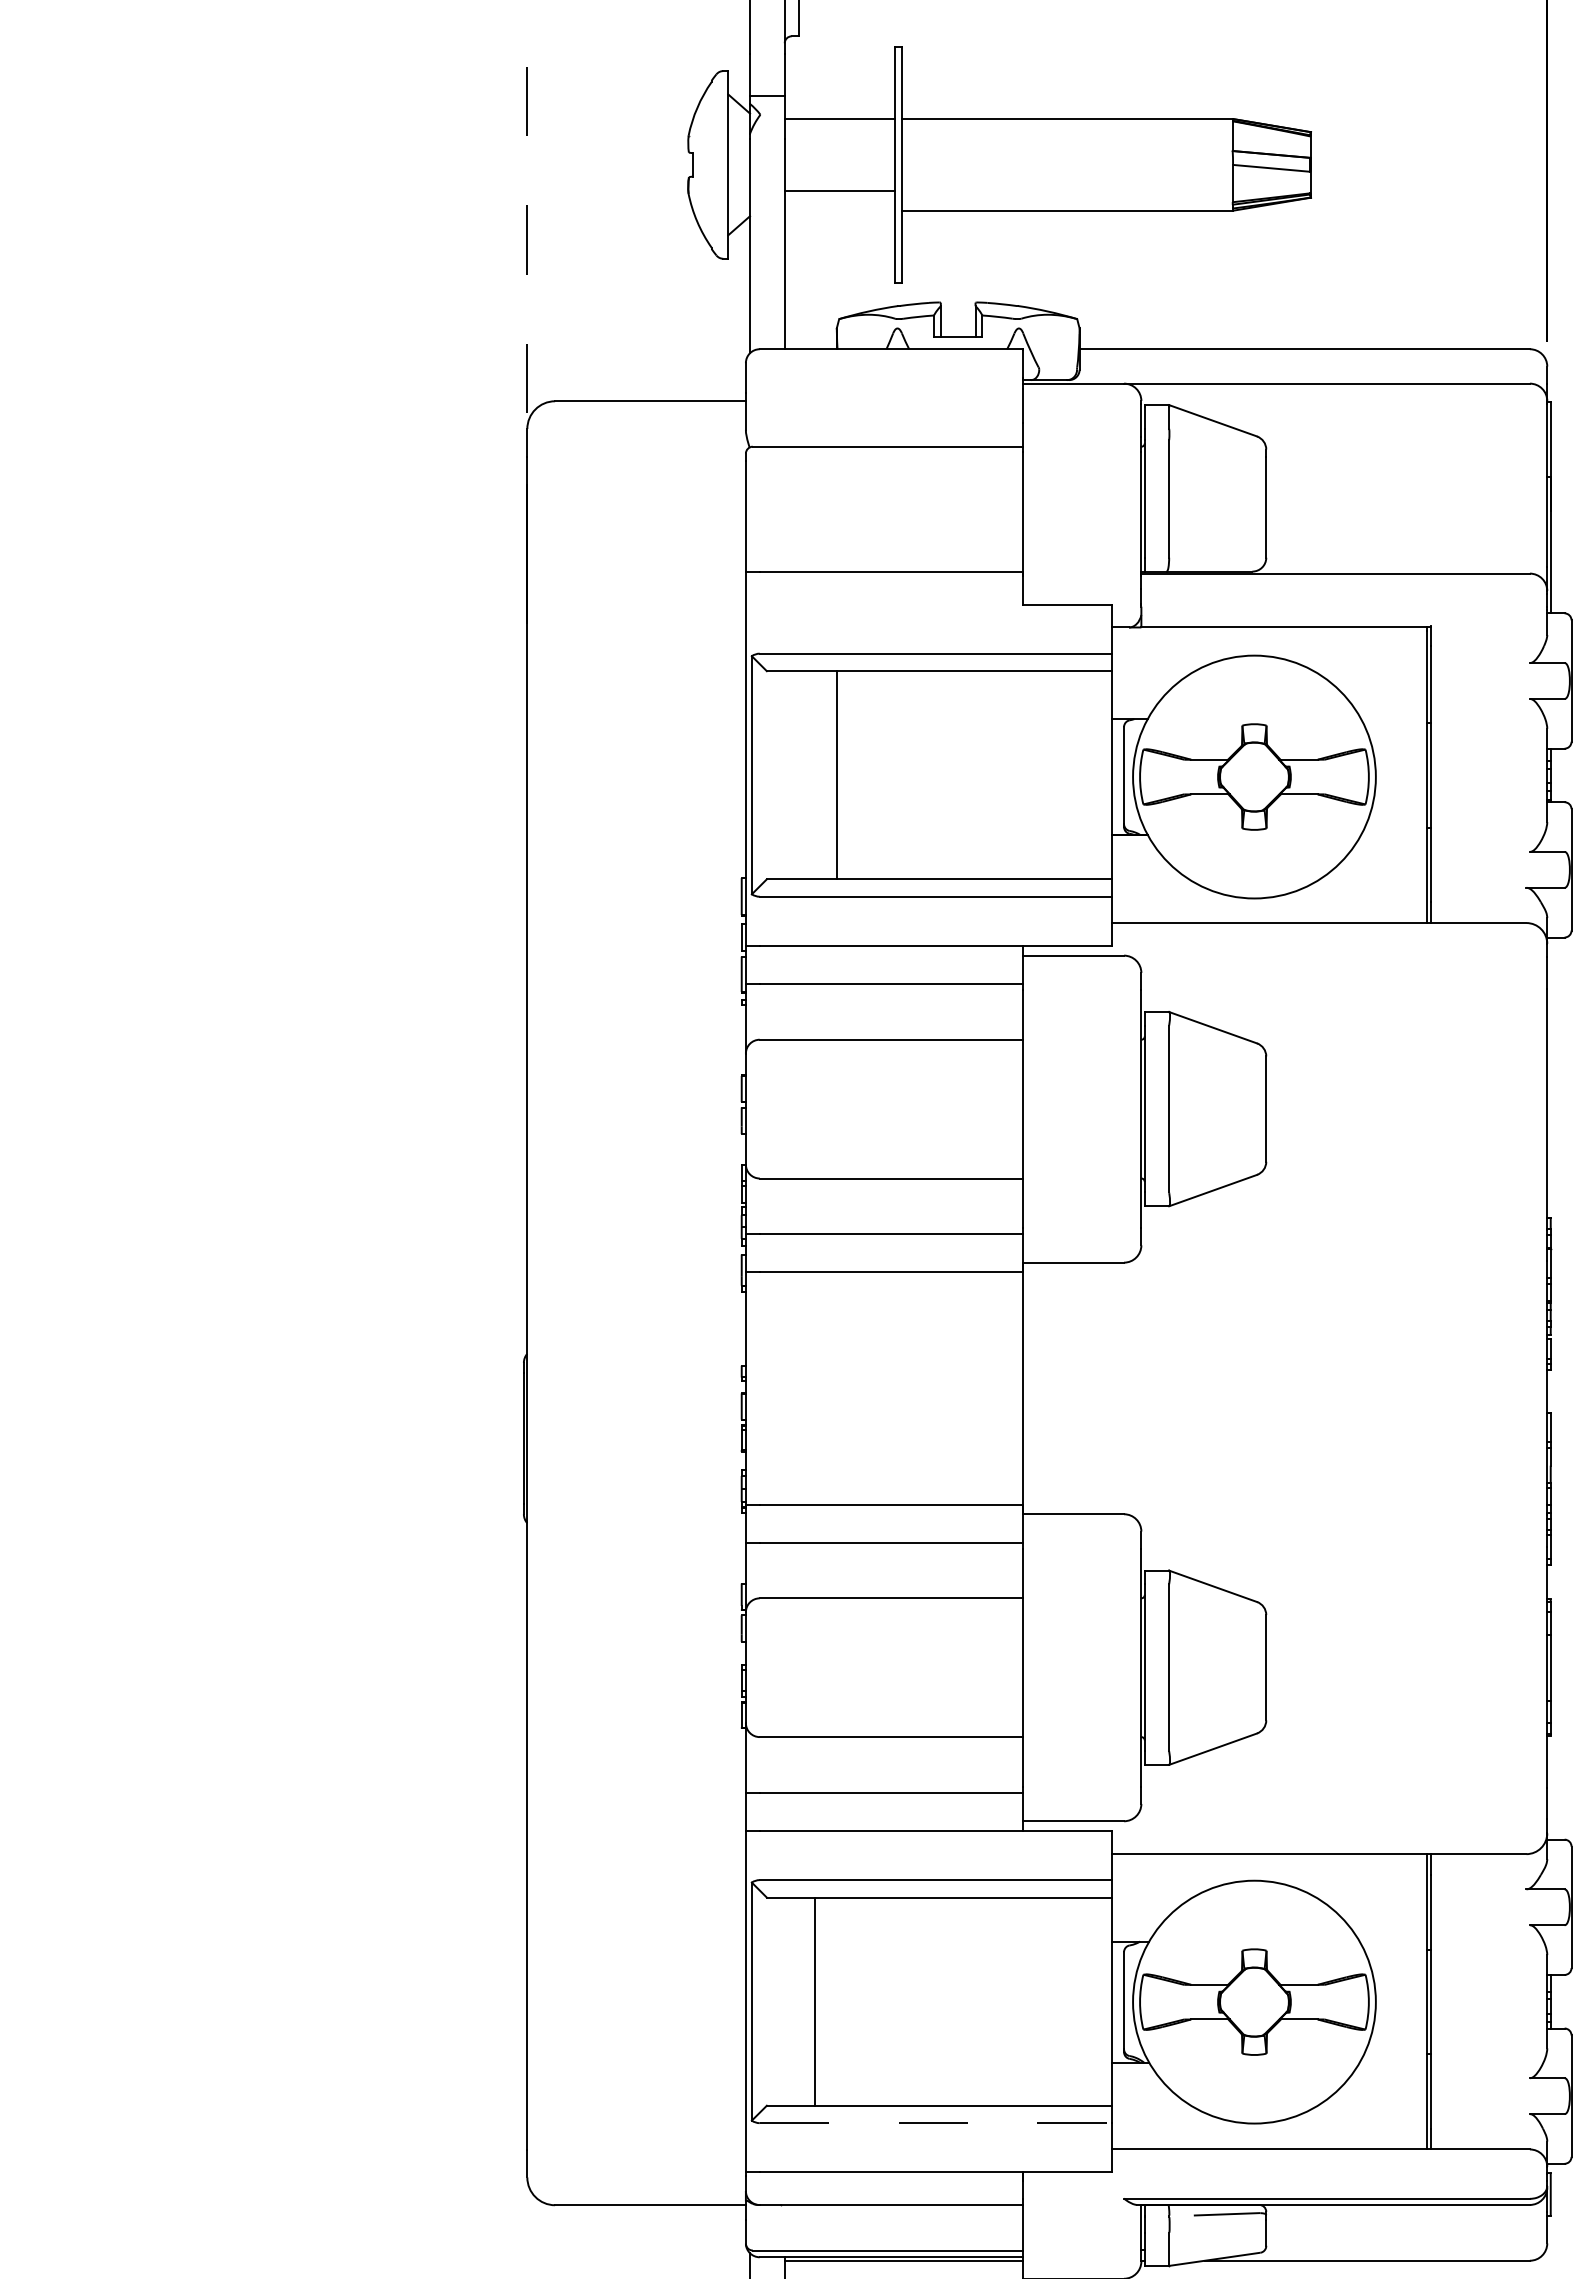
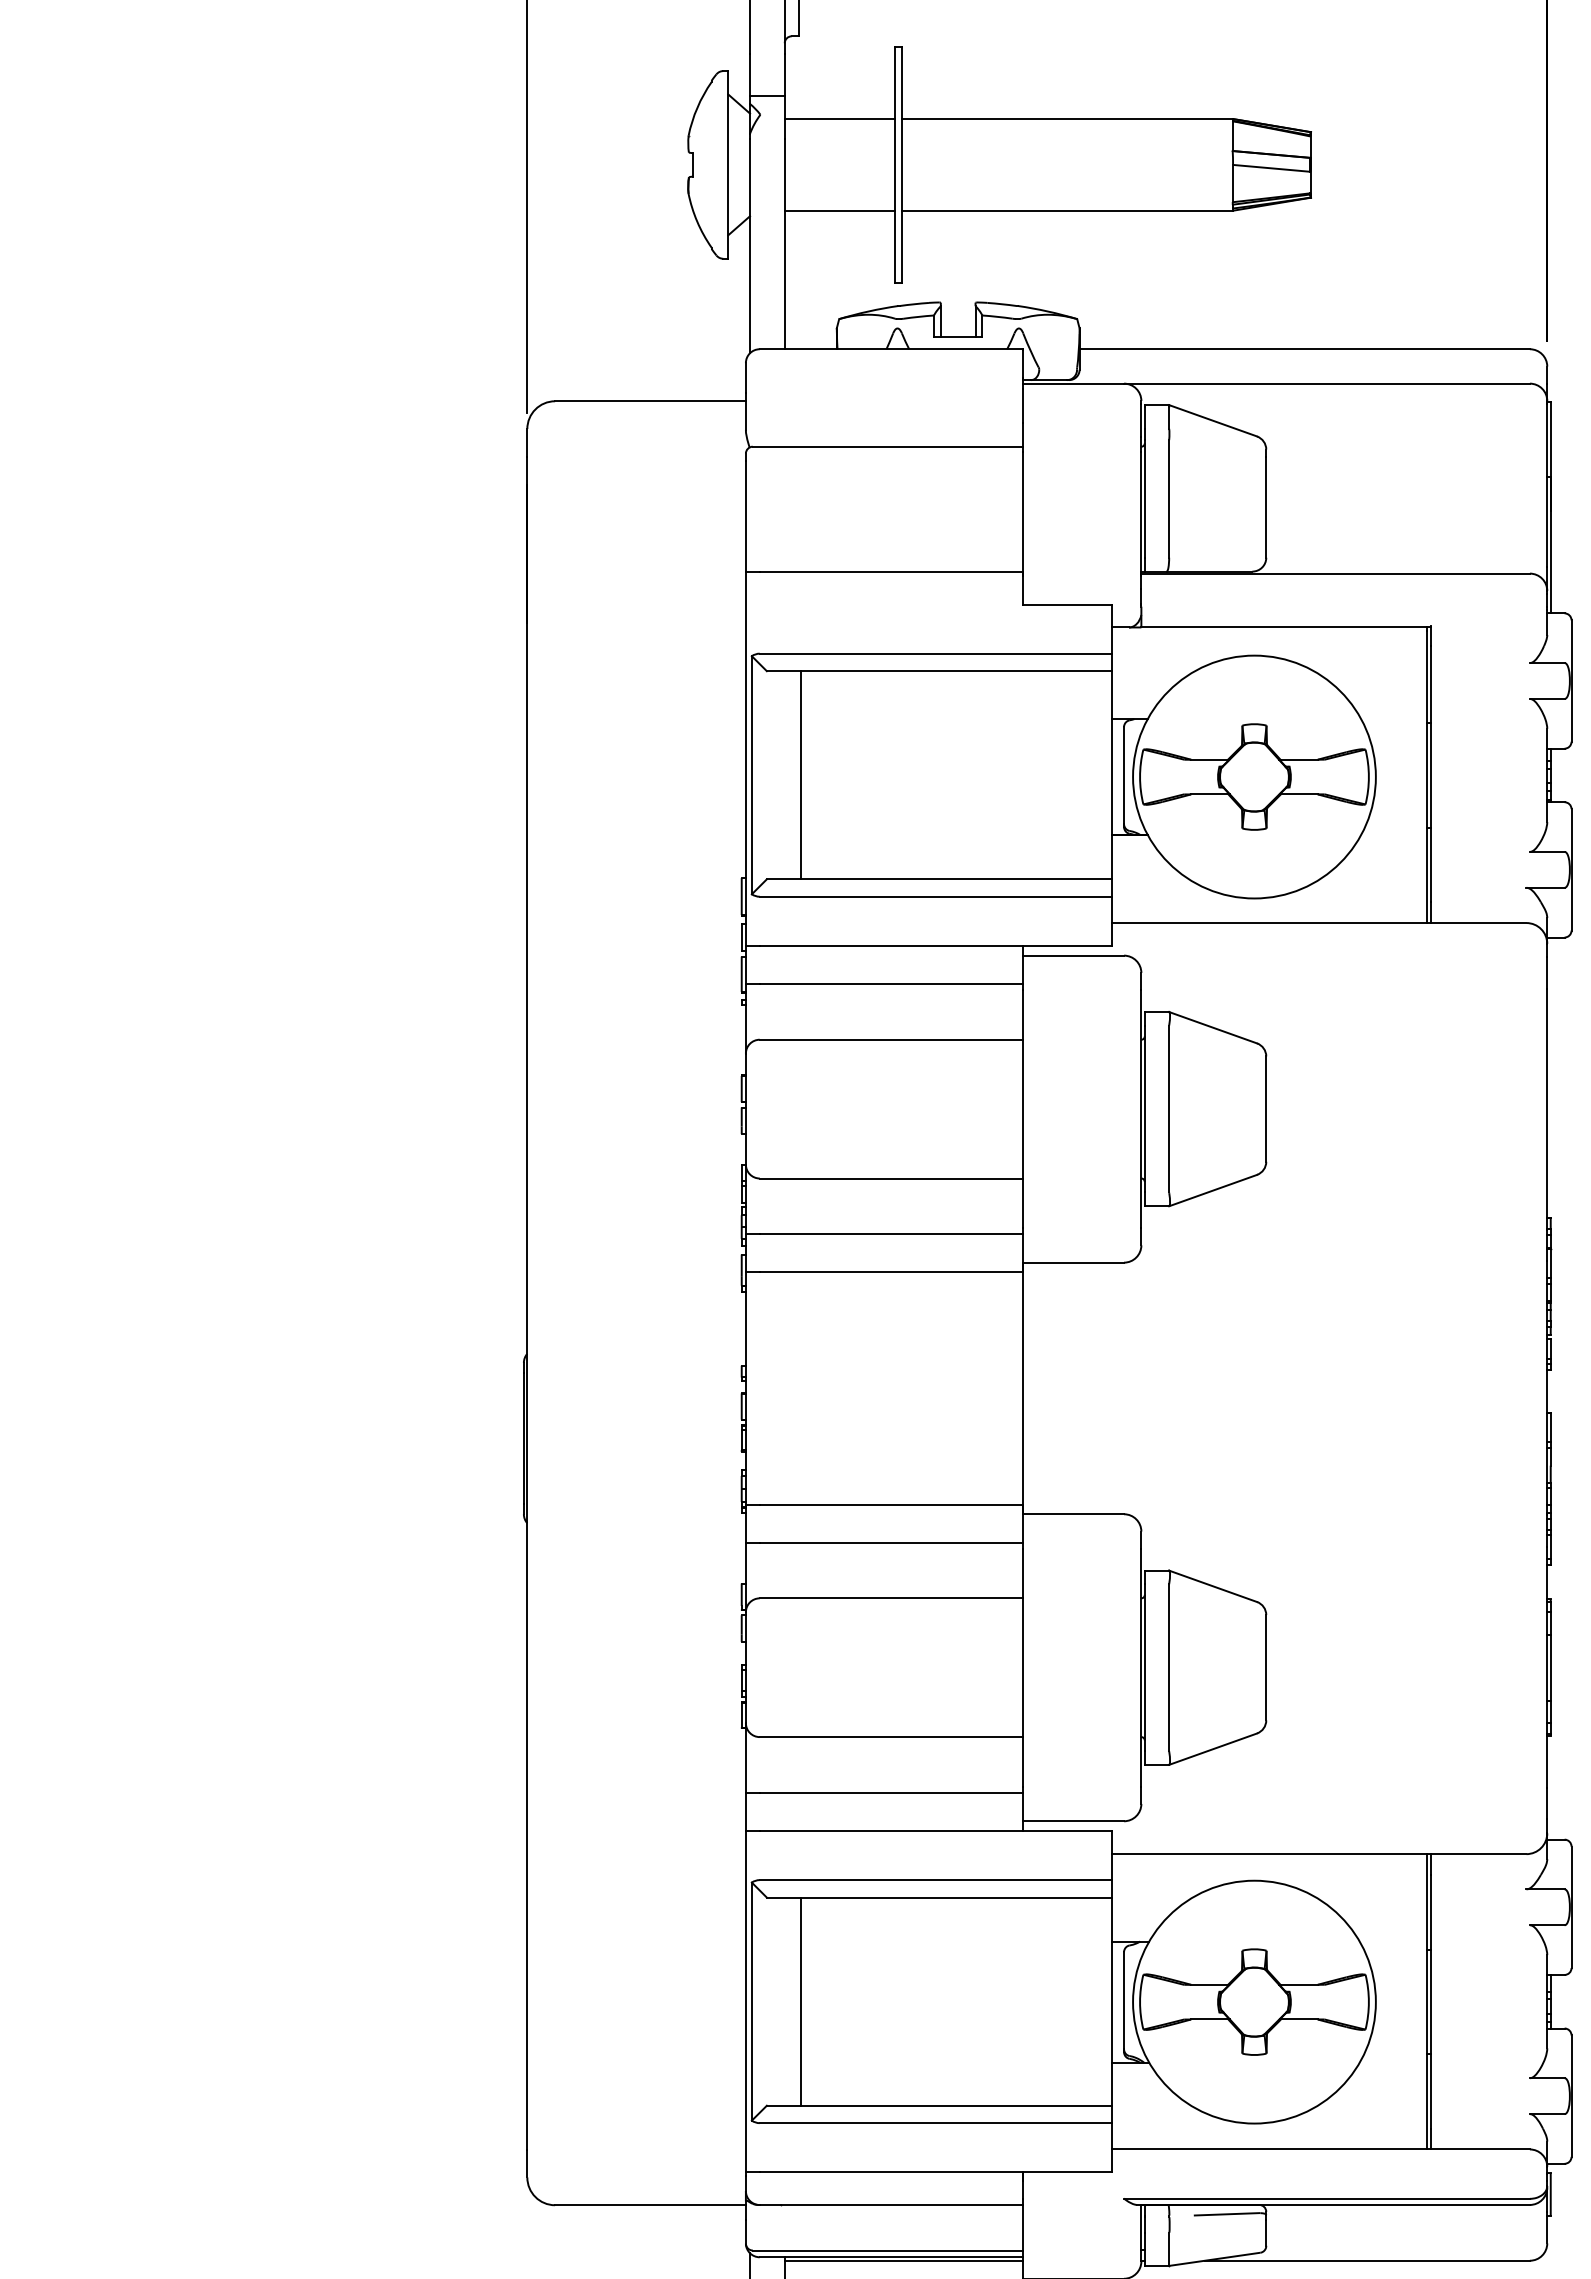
line at (839, 190) position: (839, 190) -> (839, 210)
line at (527, 206): dashed -> solid
line at (837, 775) position: (837, 775) -> (801, 775)
line at (815, 2001) position: (815, 2001) -> (801, 2001)
line at (936, 2123): dashed -> solid
